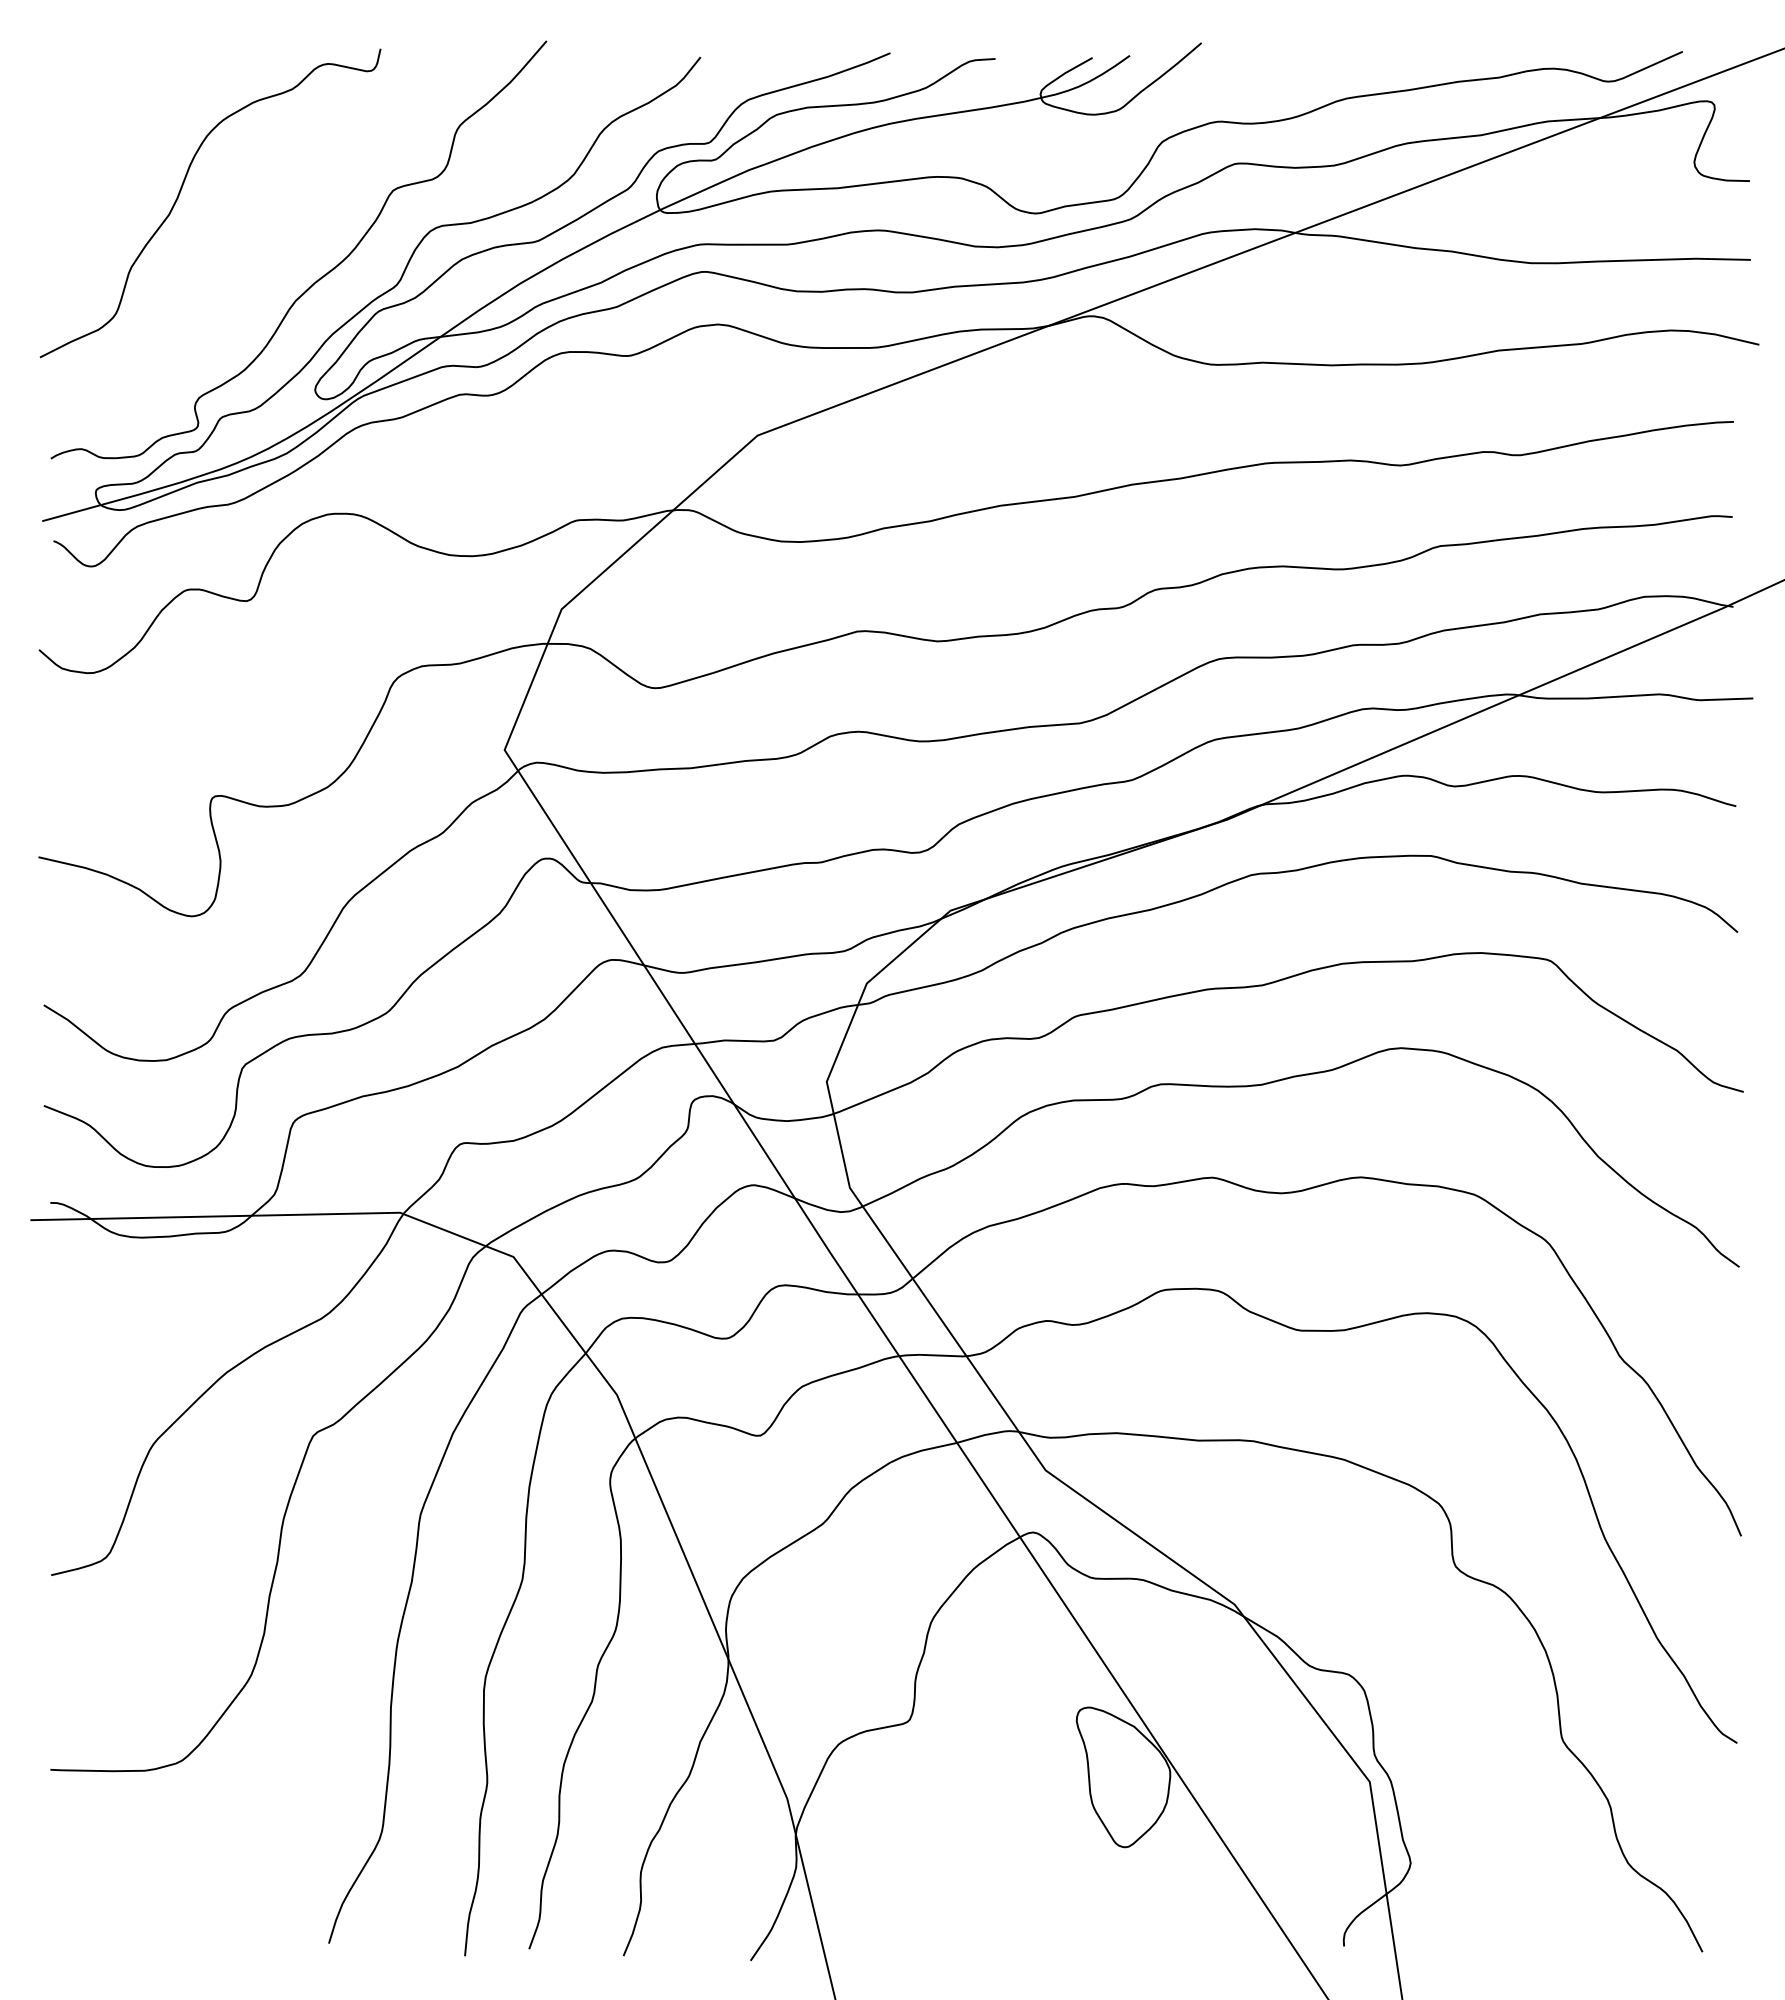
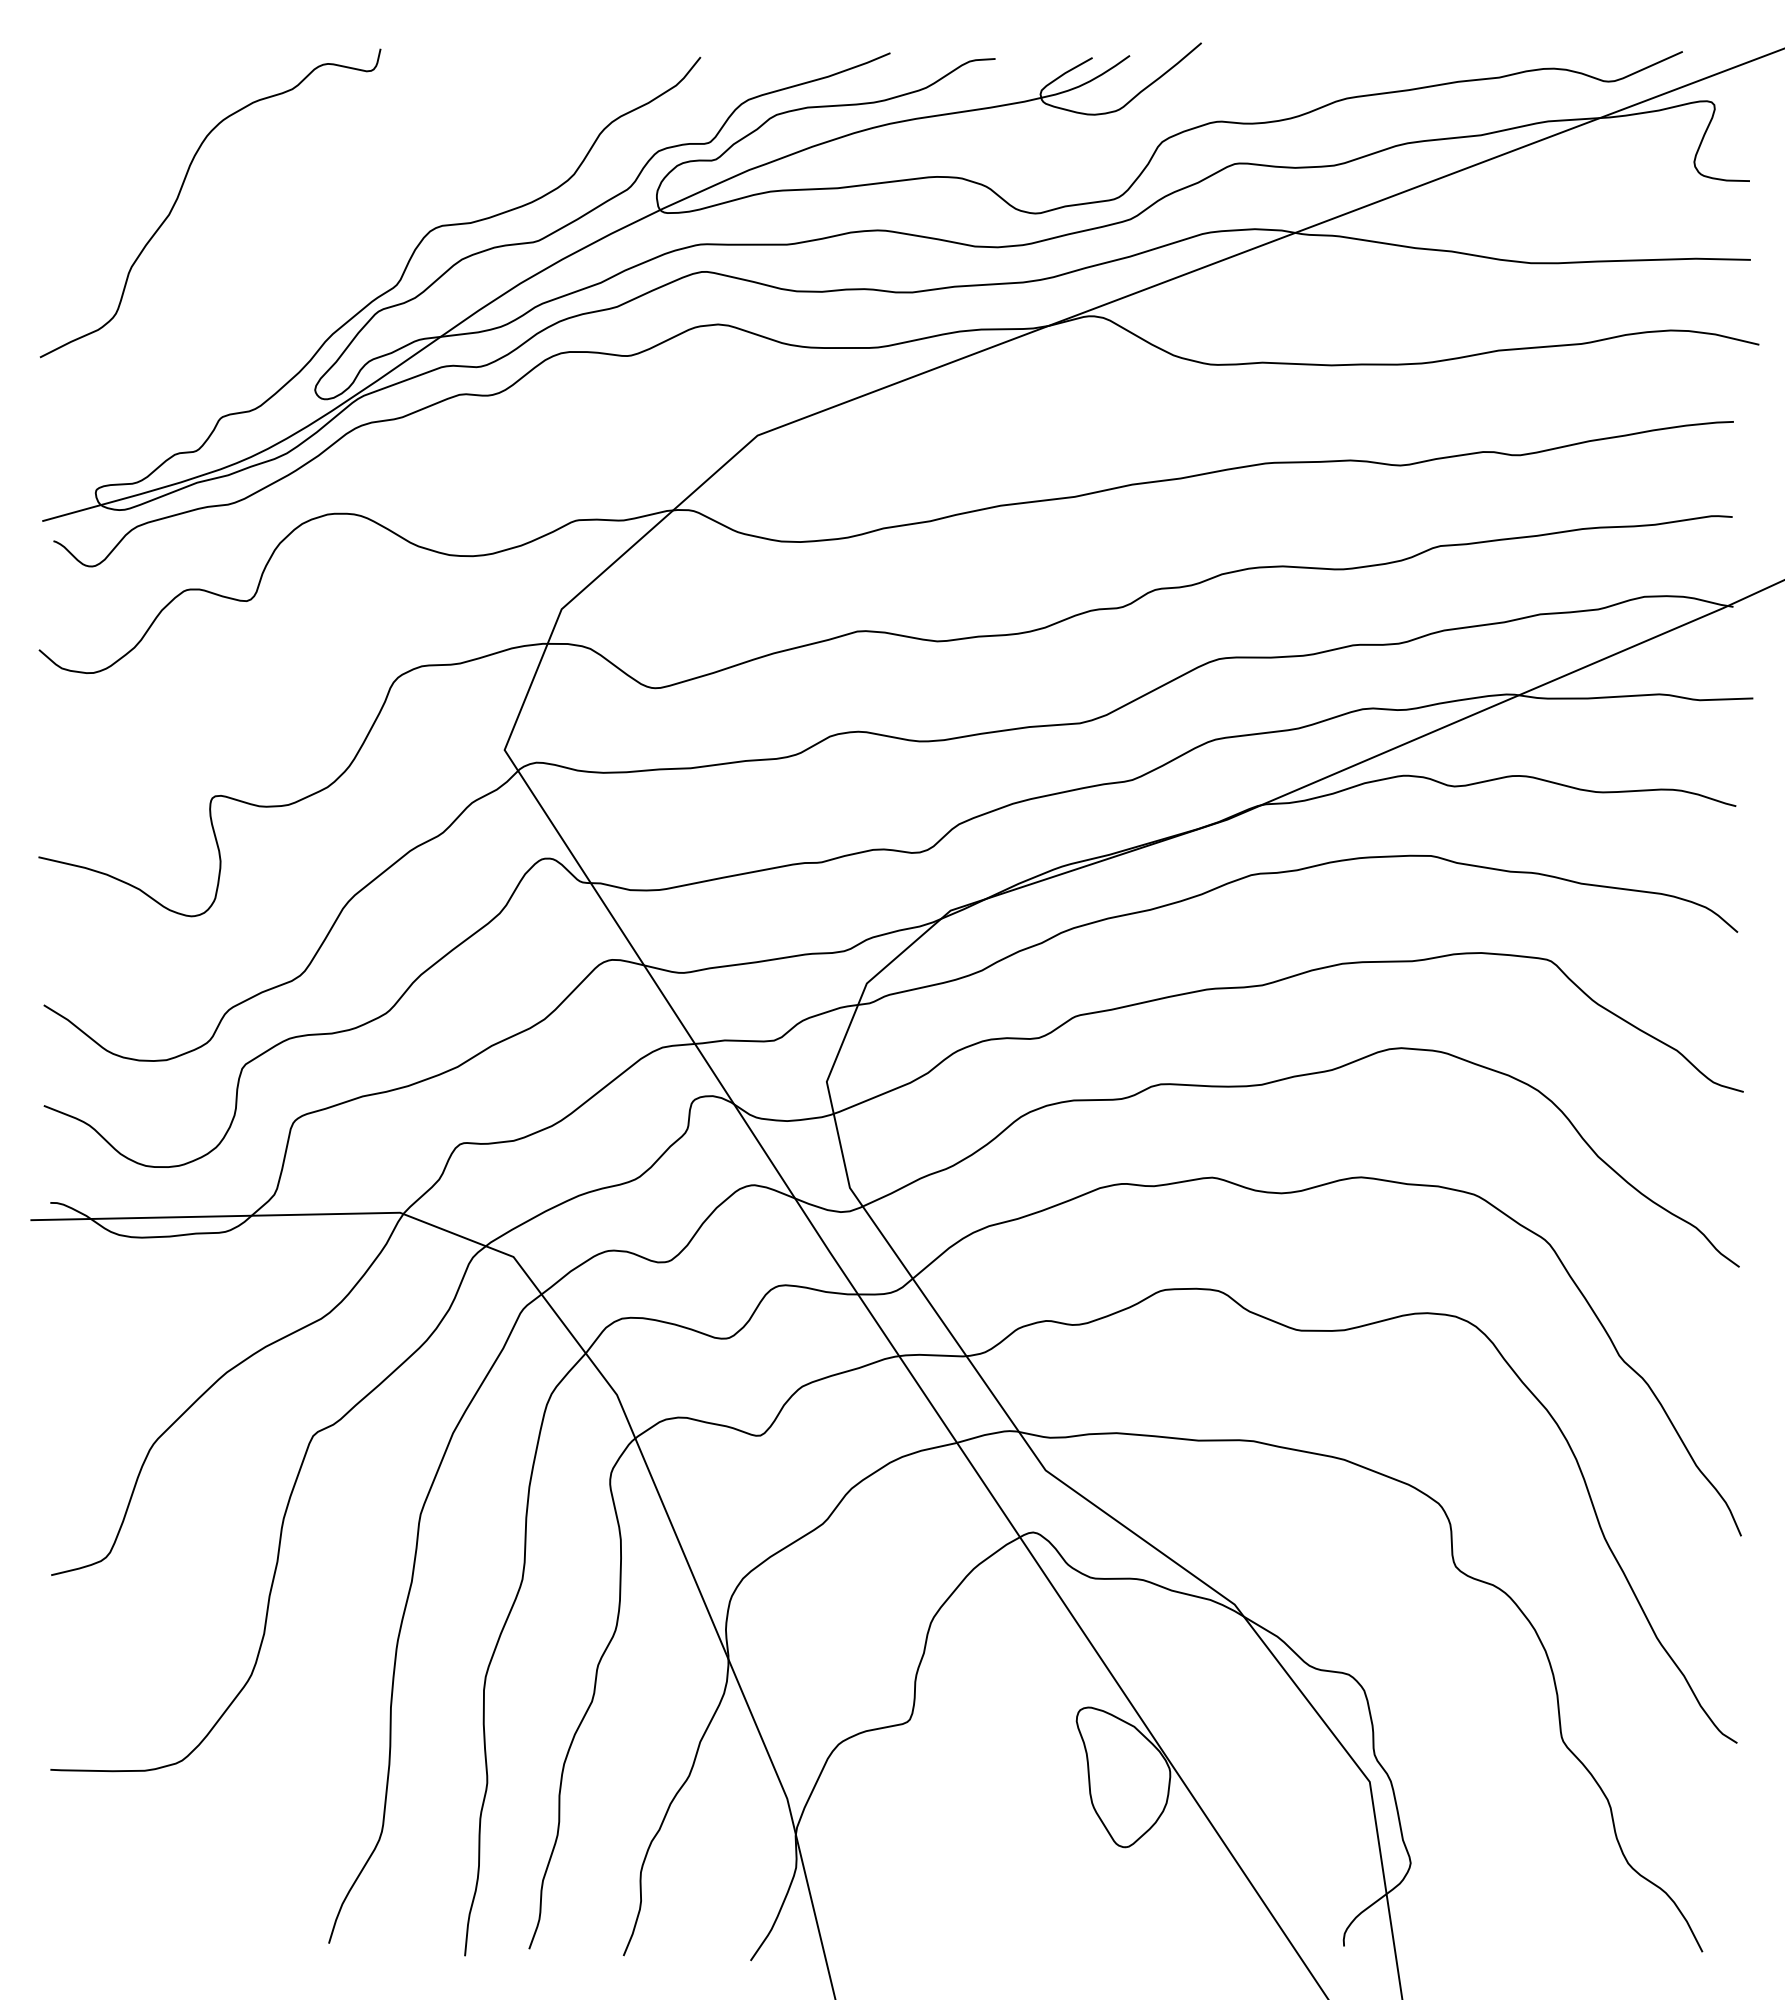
curve at (321, 276): present -> none
